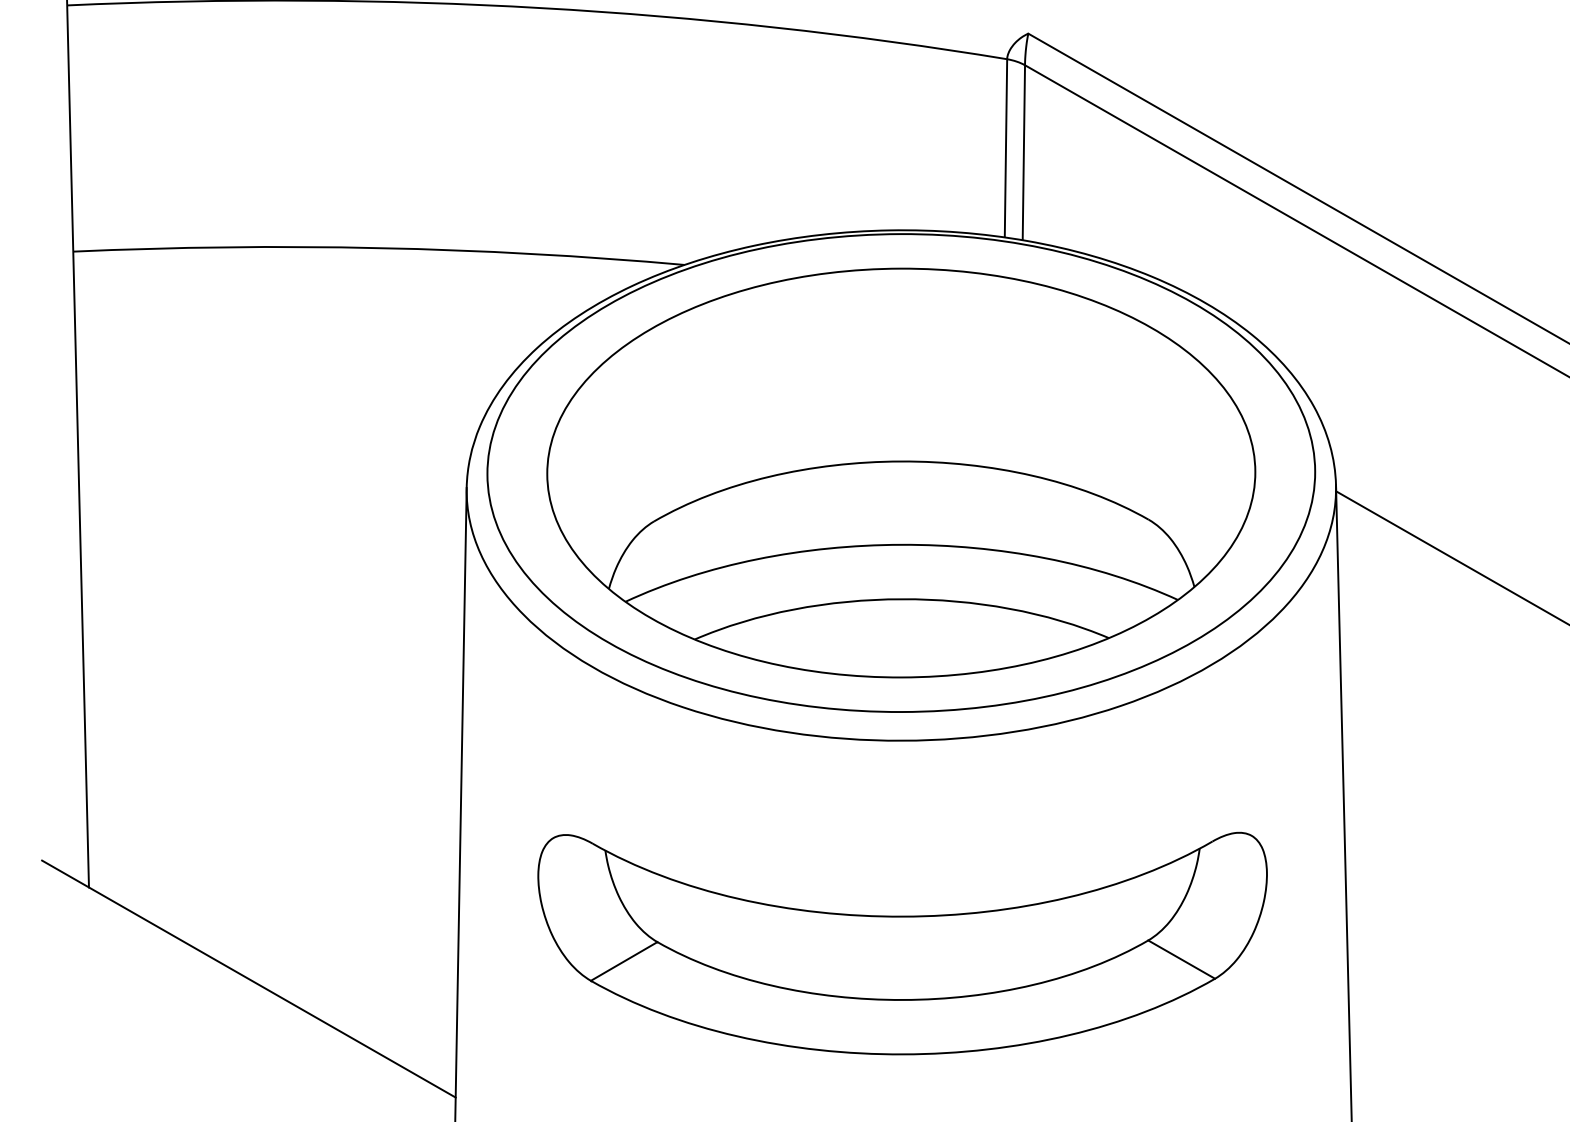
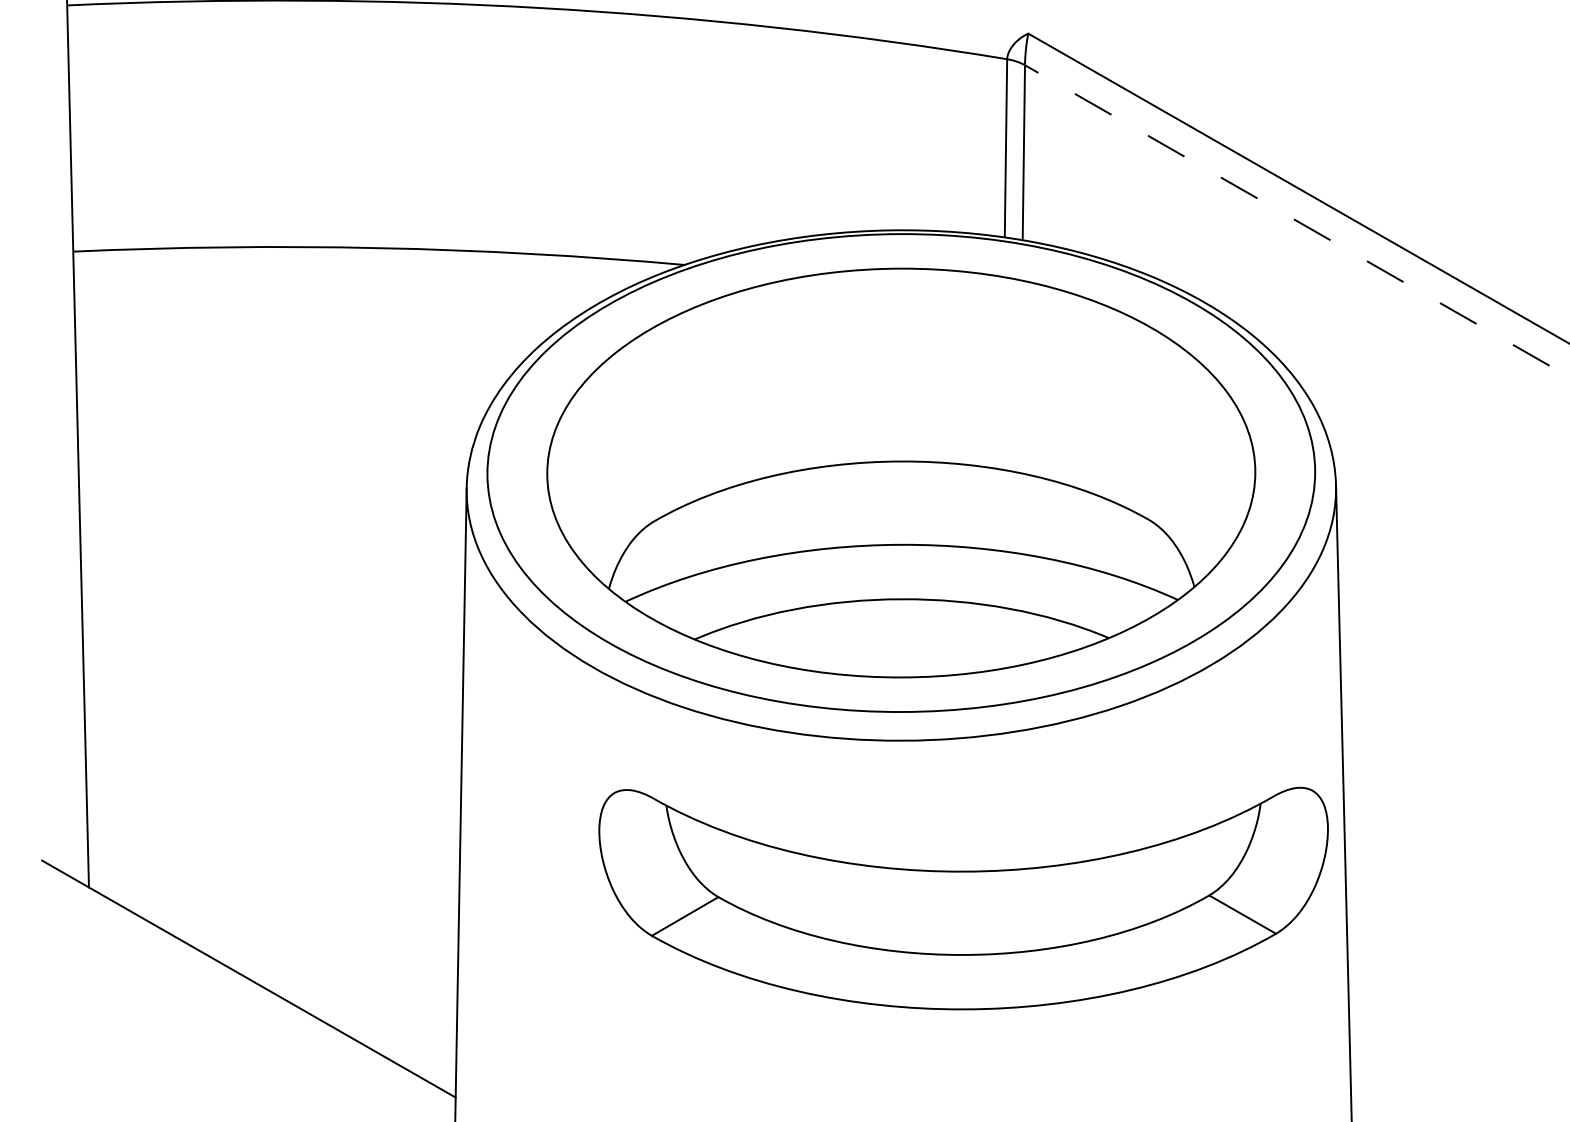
line at (1297, 221): solid -> dashed
line at (1451, 557): present -> none
part at (902, 943) position: (902, 943) -> (963, 898)
